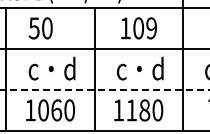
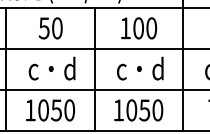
text at (40, 28) position: (40, 28) -> (50, 28)
text at (151, 28): 109 -> 100
line at (105, 89): dashed -> solid
text at (56, 110): 1060 -> 1050
text at (138, 110): 1180 -> 1050
